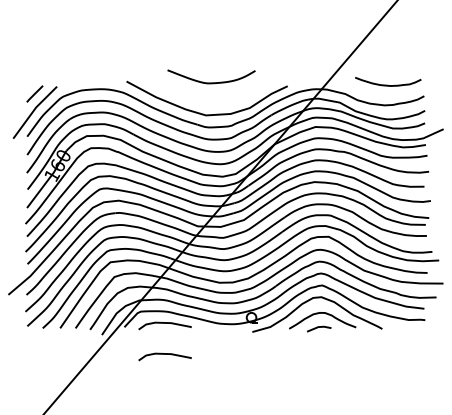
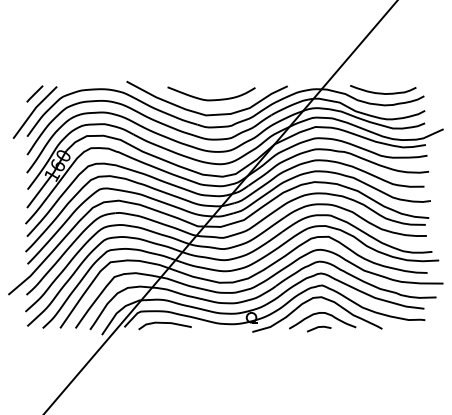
curve at (211, 82) position: (211, 82) -> (211, 99)
curve at (388, 84) position: (388, 84) -> (383, 92)
curve at (164, 354): present -> none
